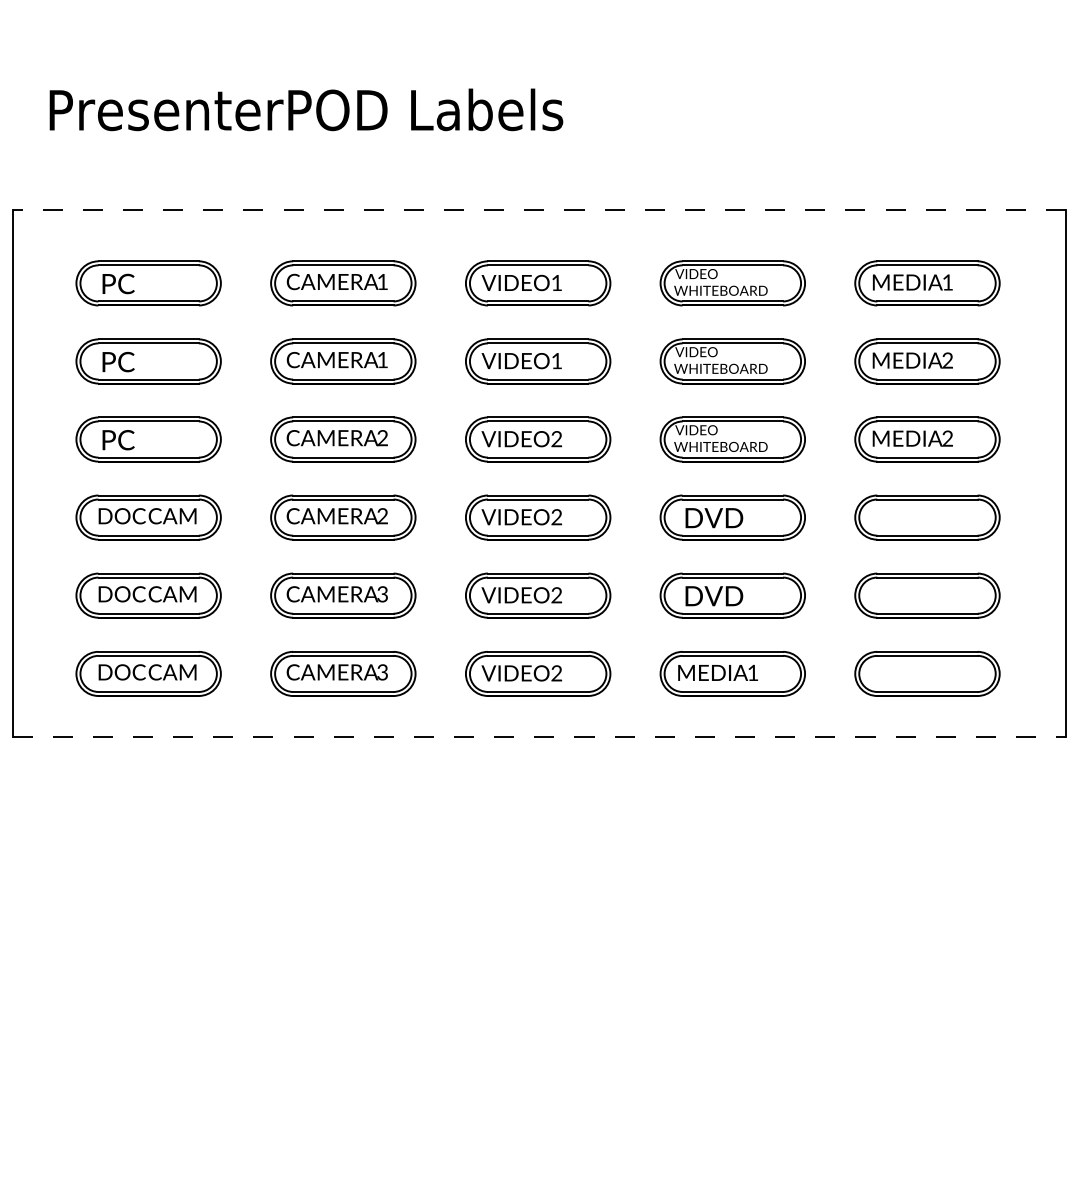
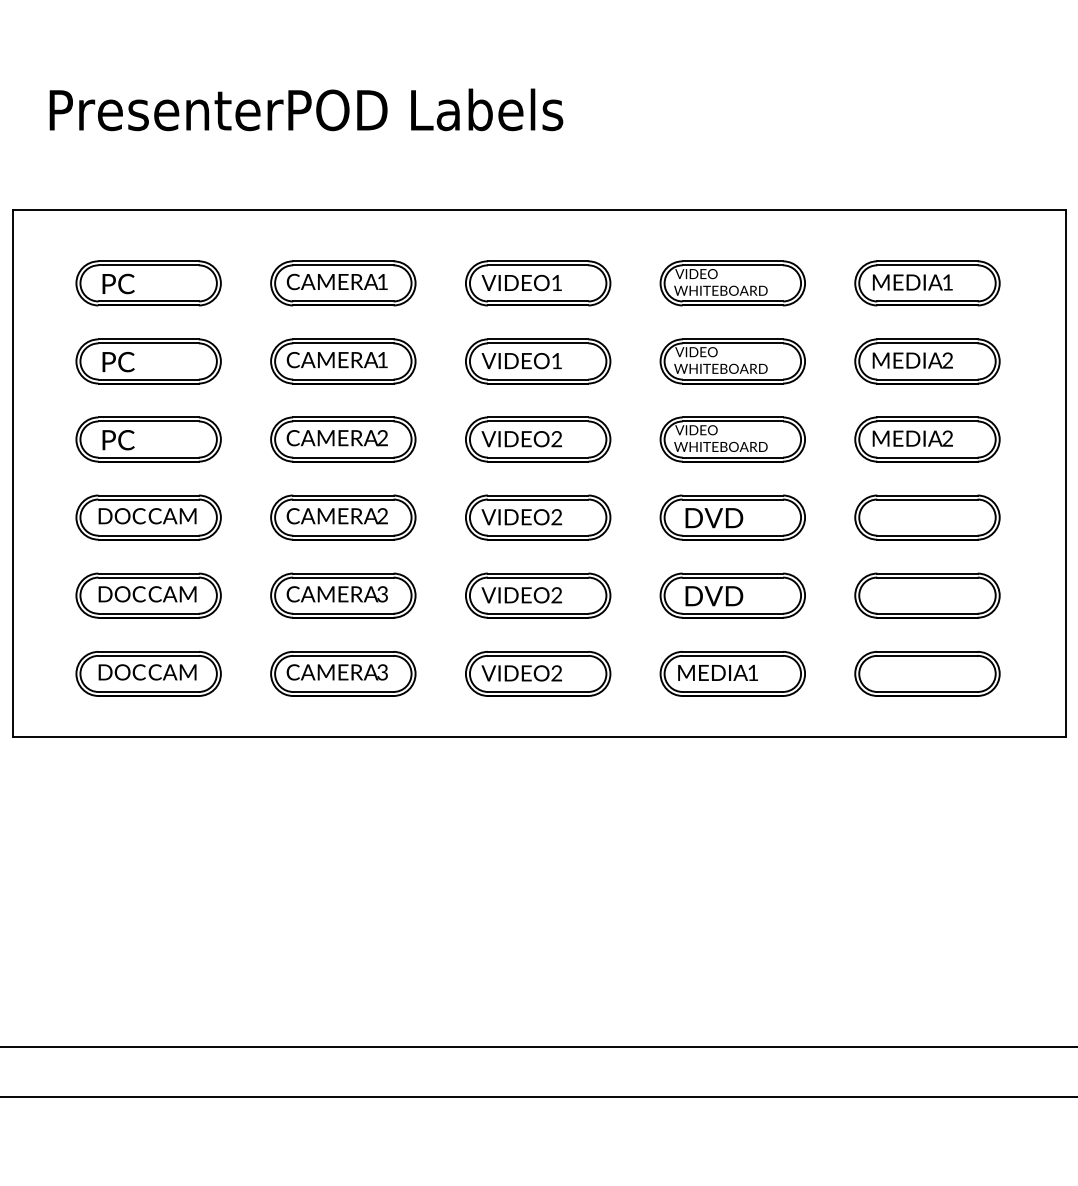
line at (539, 209): dashed -> solid
line at (539, 737): dashed -> solid
line at (538, 1047): none -> present
line at (538, 1097): none -> present
